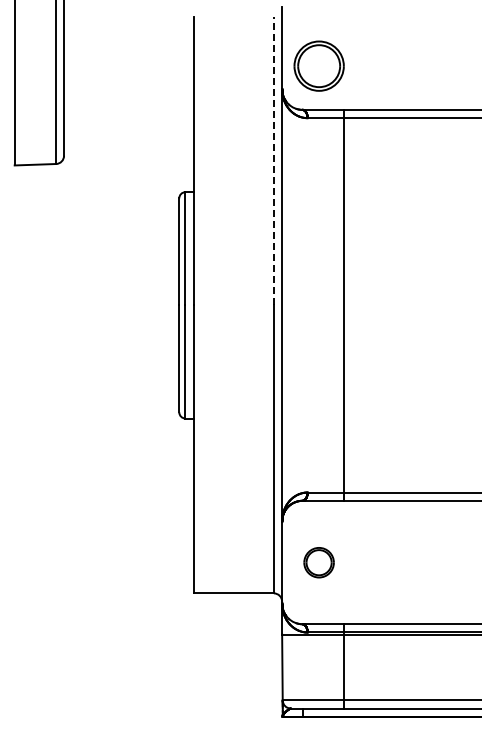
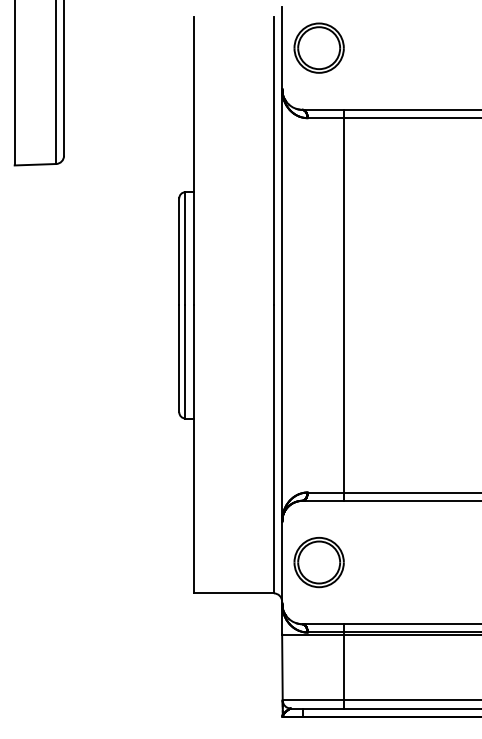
part at (318, 65) position: (318, 65) -> (318, 47)
line at (273, 160): dashed -> solid
part at (318, 562) size: 32x32 px -> 52x52 px
